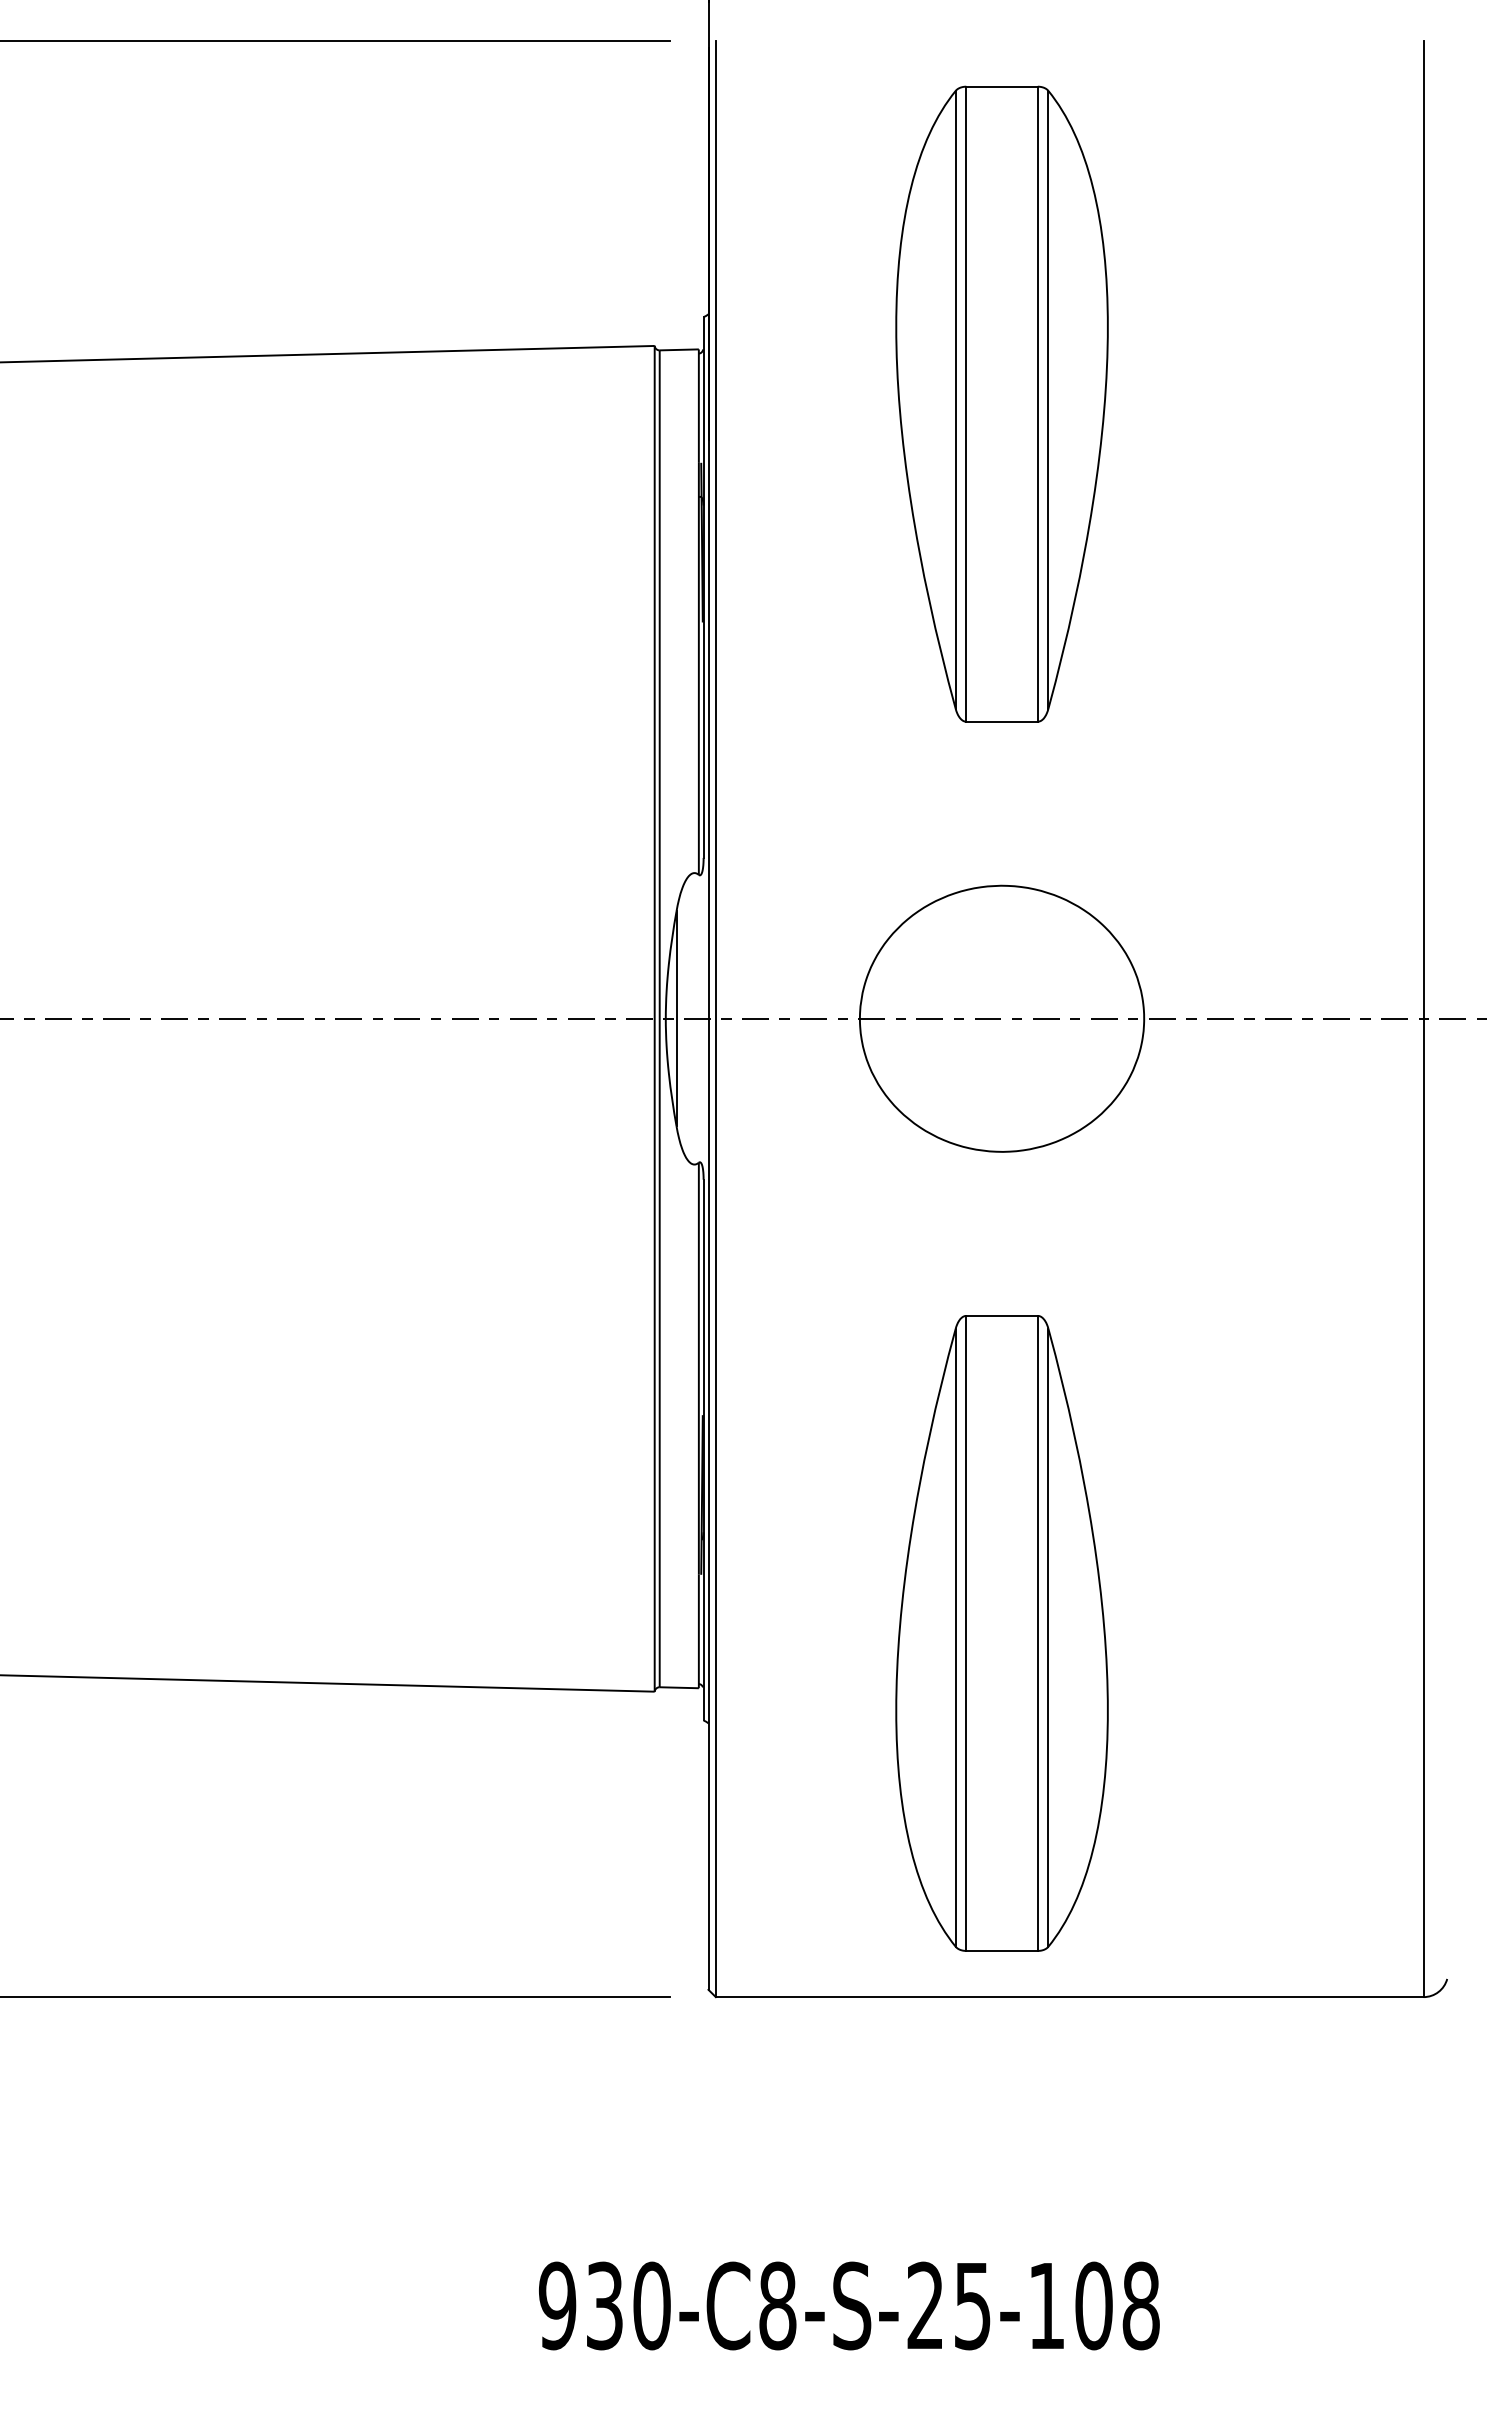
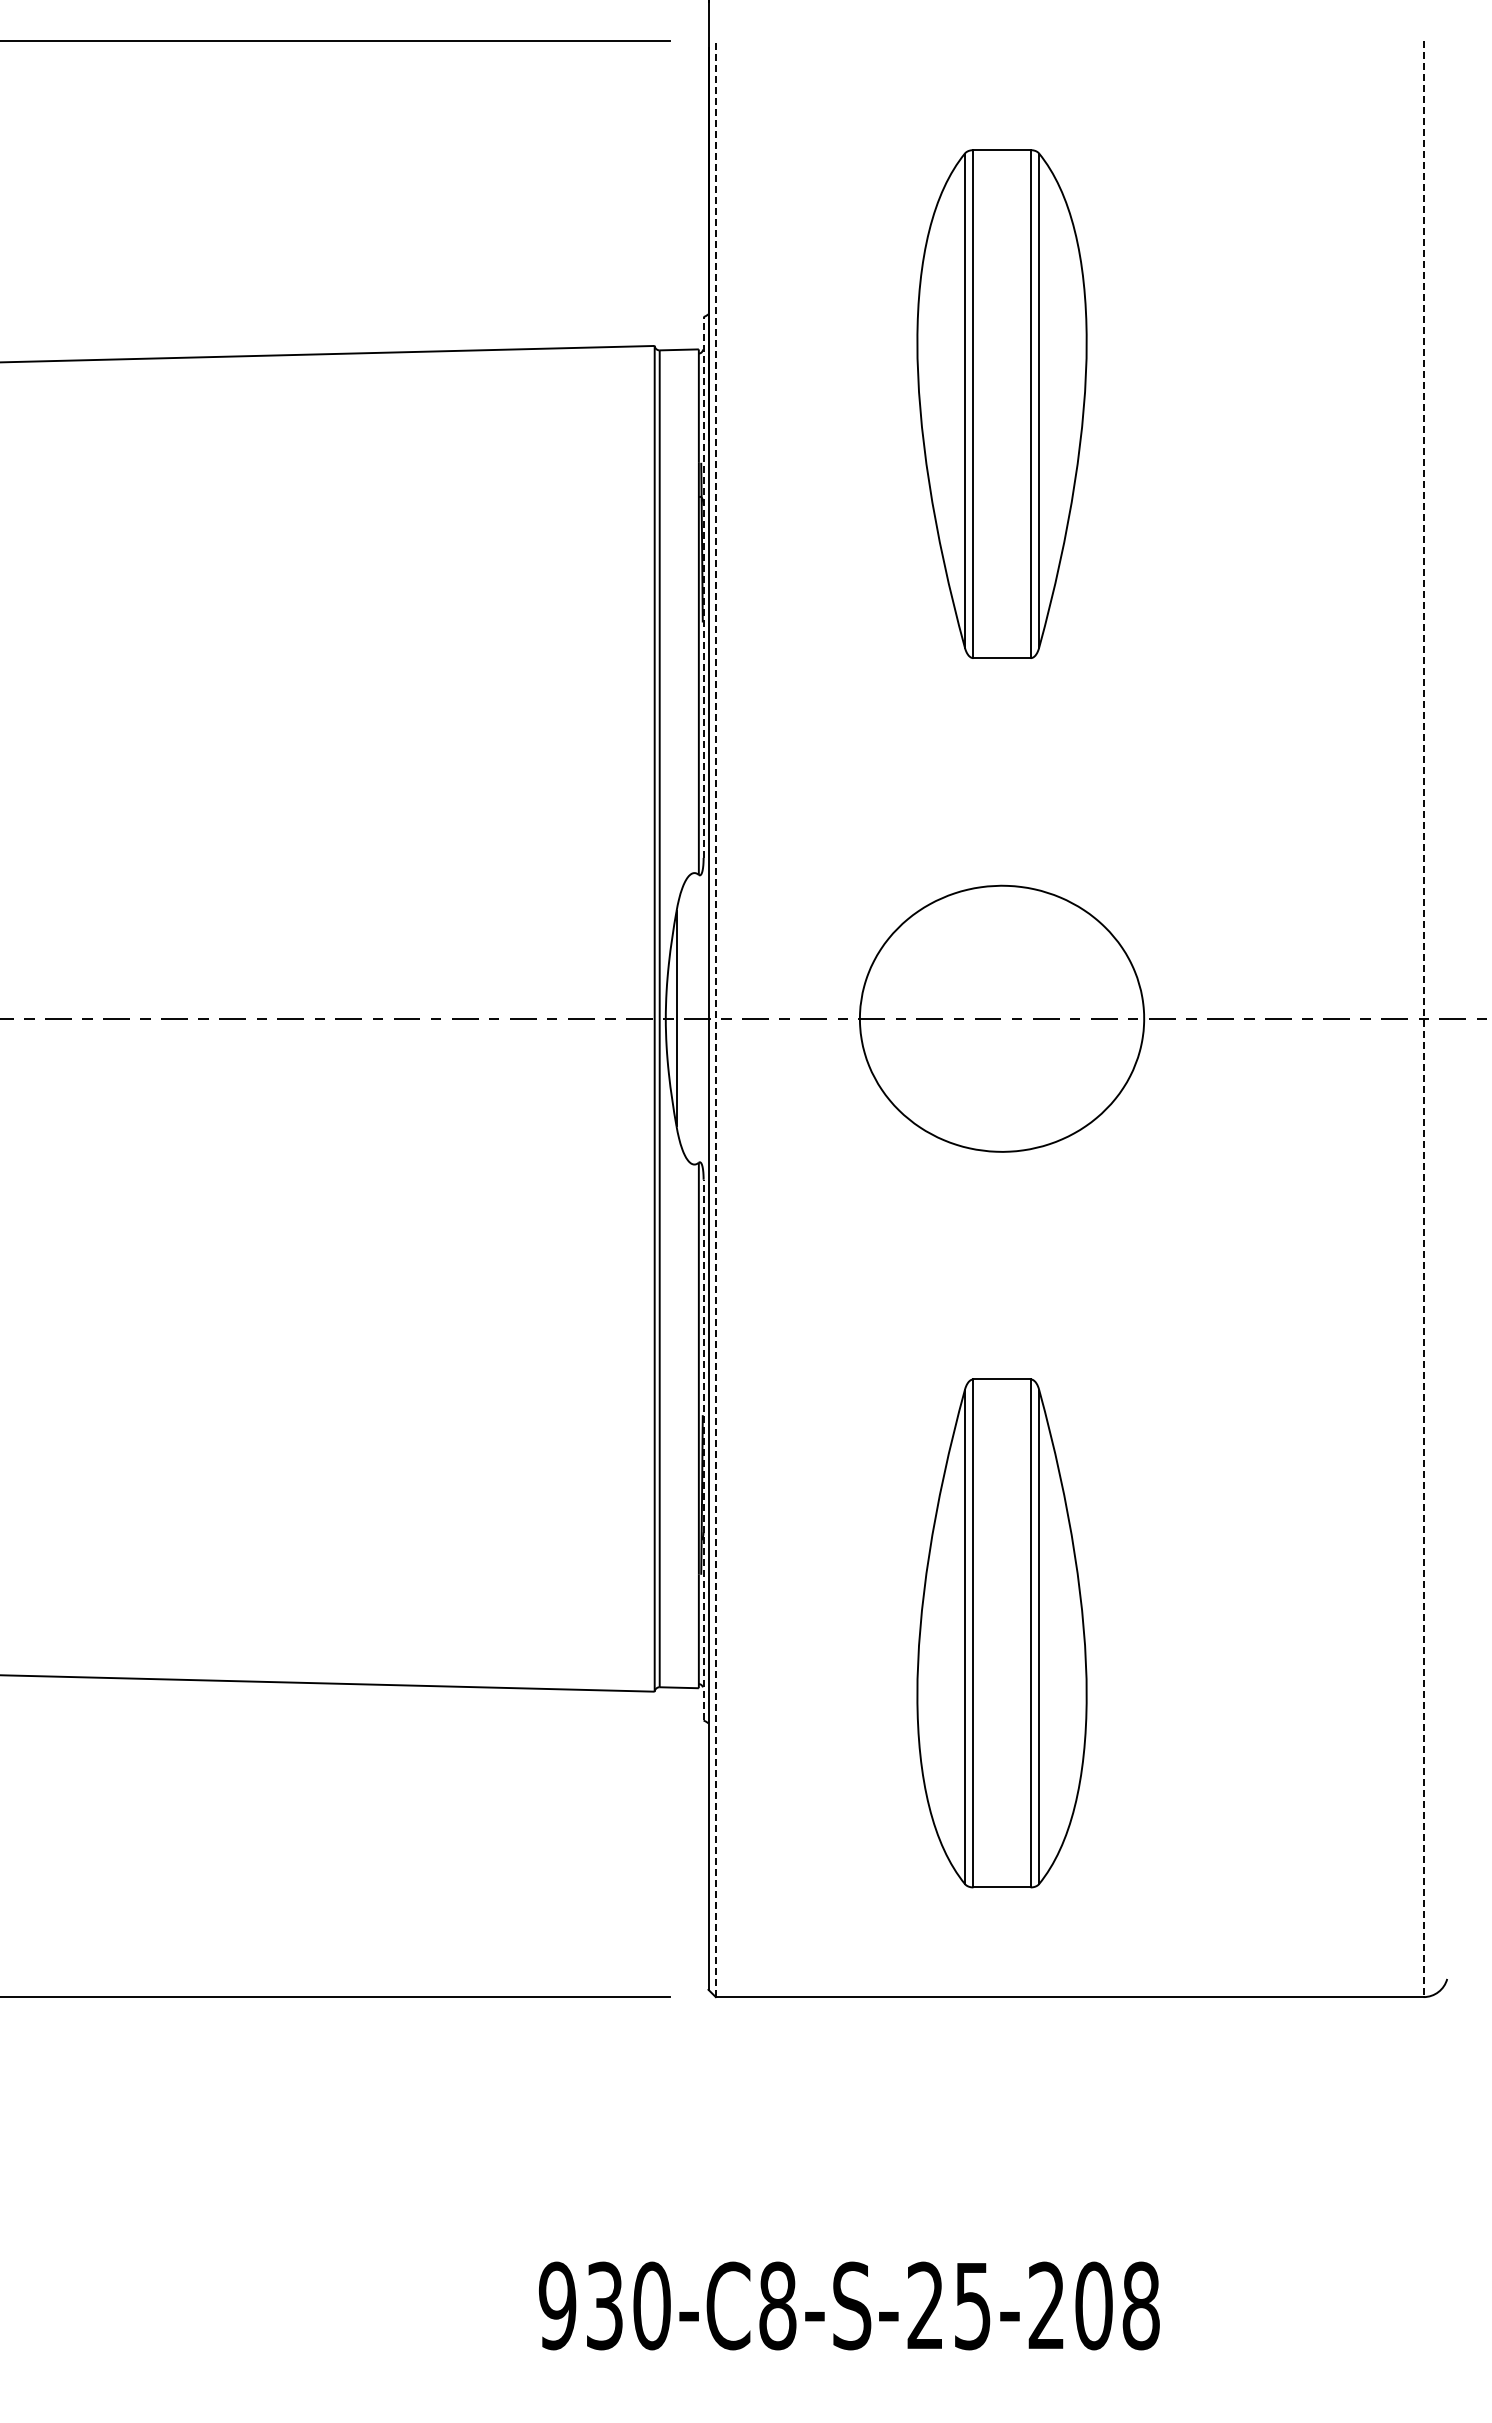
part at (1001, 403) size: 214x638 px -> 172x510 px
line at (703, 587): solid -> dashed
line at (715, 1018): solid -> dashed
line at (1423, 1019): solid -> dashed
line at (703, 1449): solid -> dashed
part at (1001, 1633) size: 214x637 px -> 172x511 px
text at (1045, 2304): 930-C8-S-25-108 -> 930-C8-S-25-208
